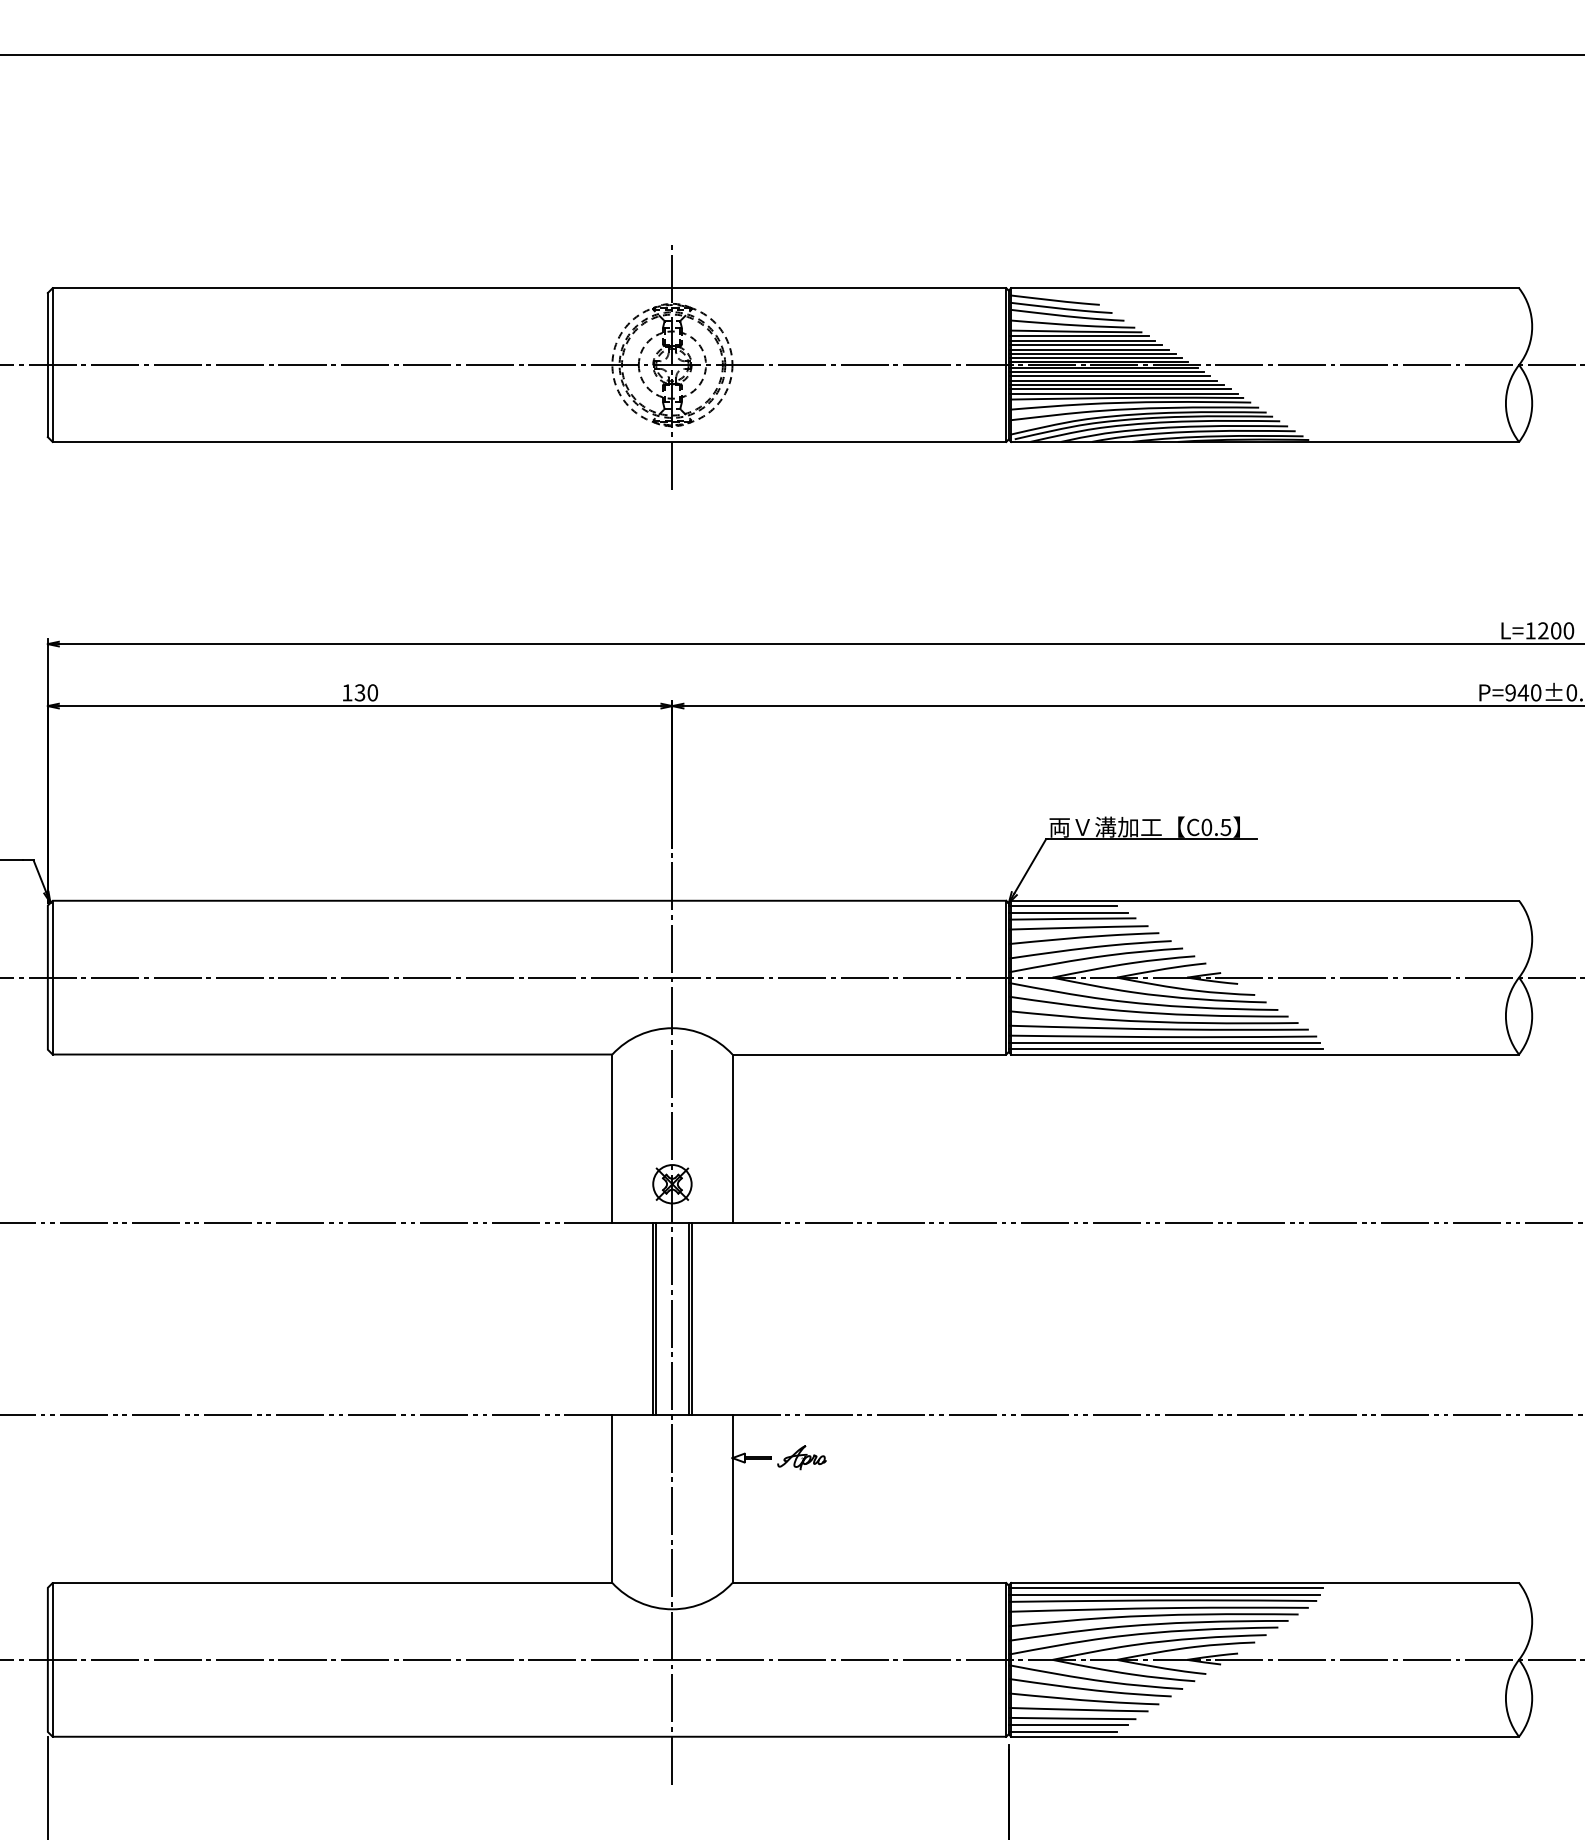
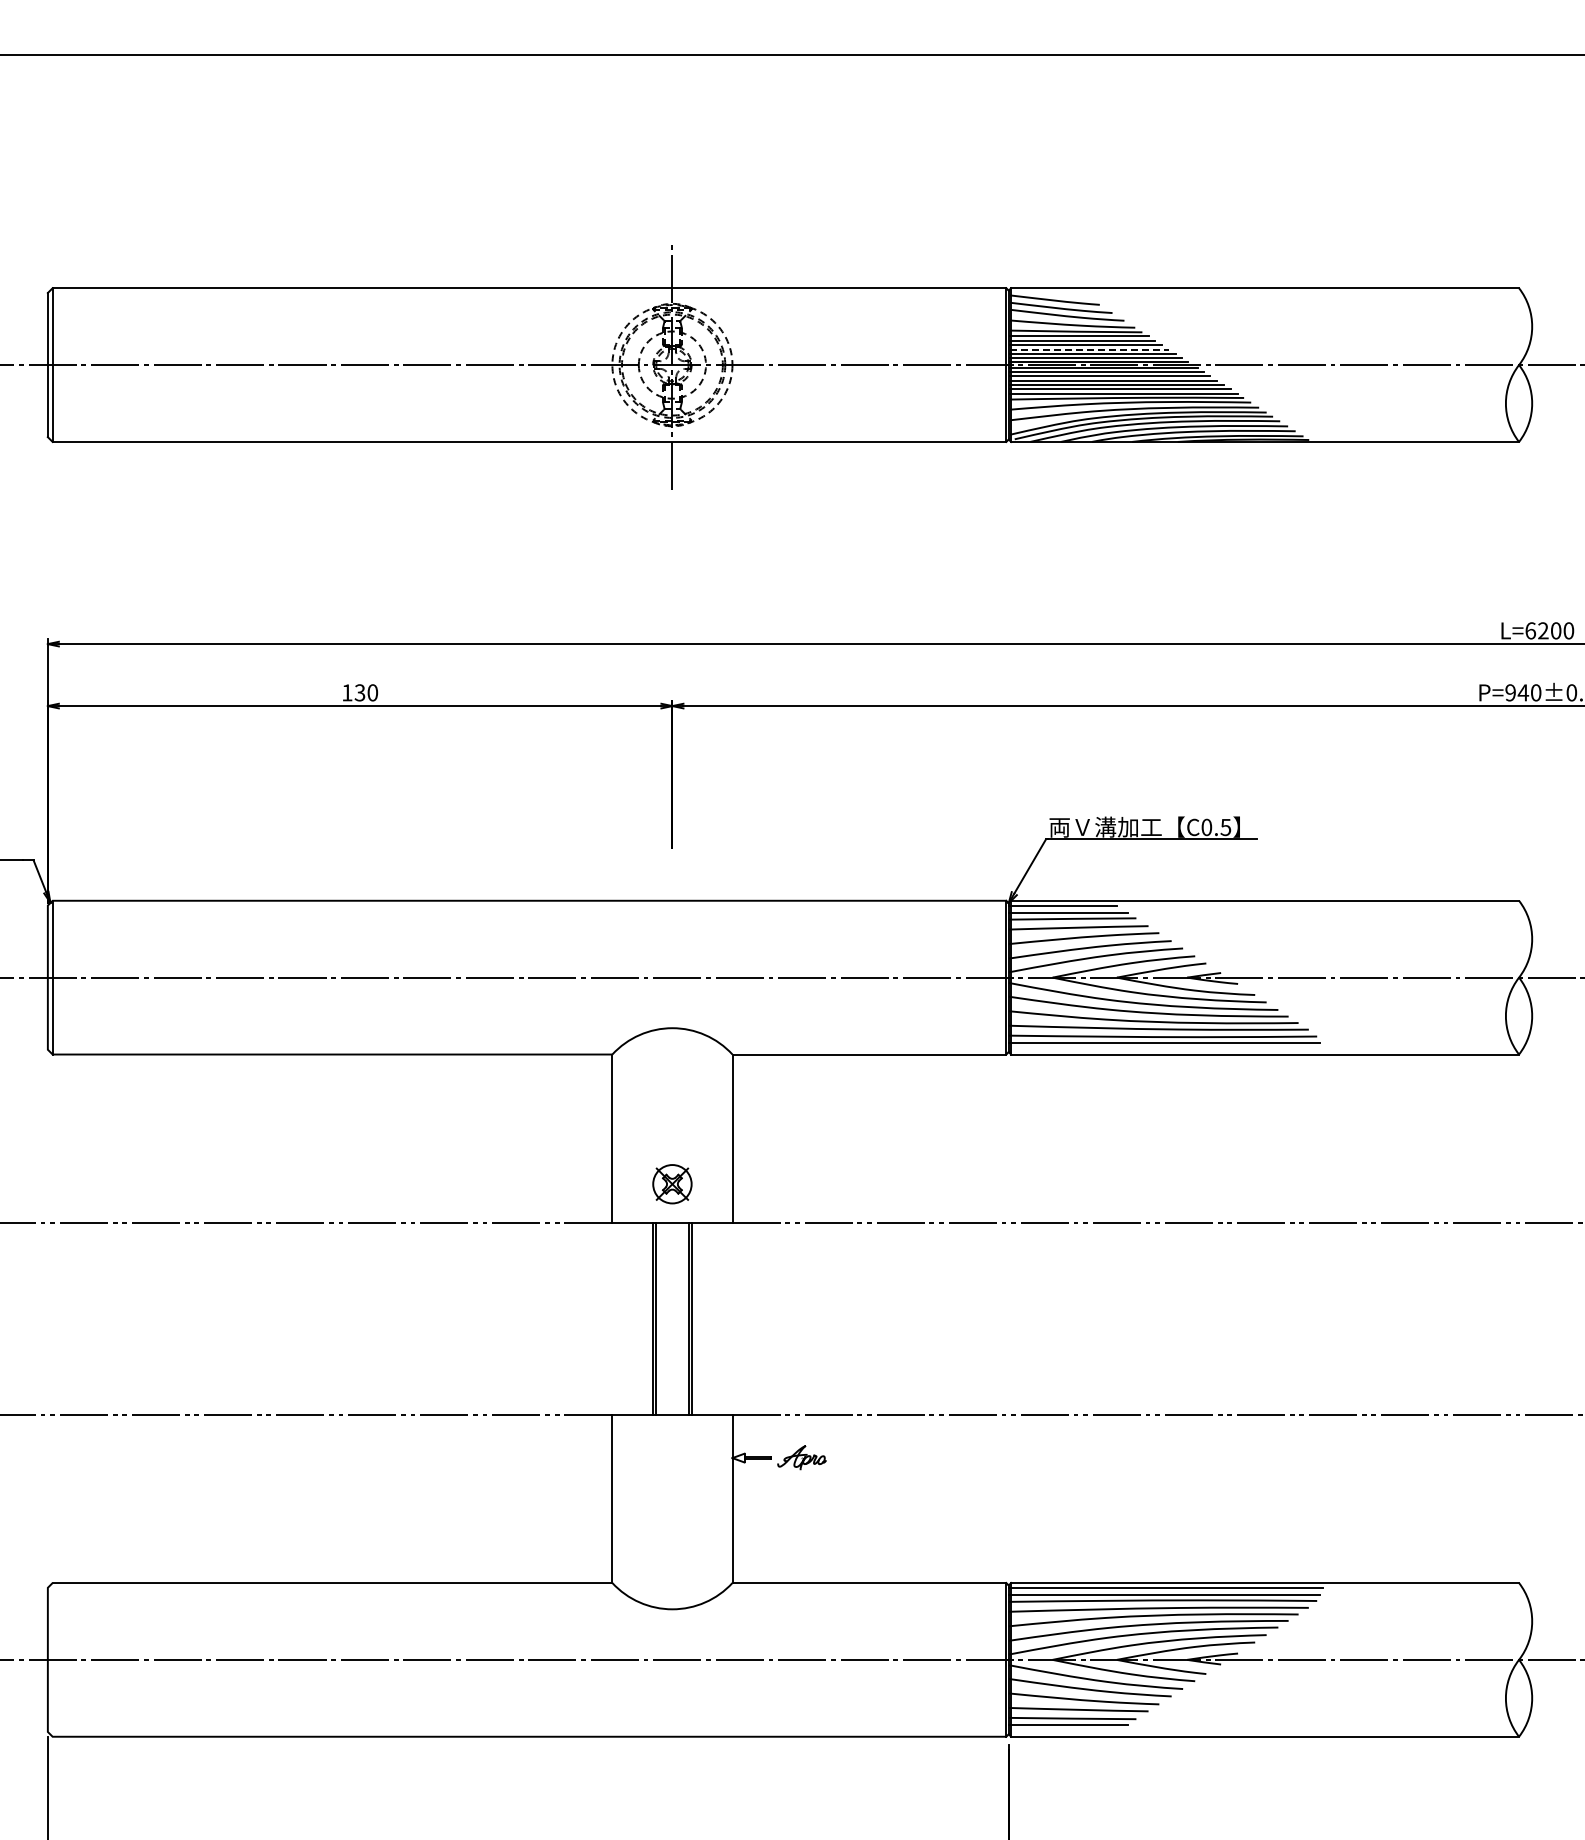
line at (1090, 349): solid -> dashed
text at (1530, 630): L=1200 -> L=6200
line at (1165, 1049): present -> none
line at (672, 1318): present -> none
line at (52, 1659): present -> none
line at (1062, 1731): present -> none
